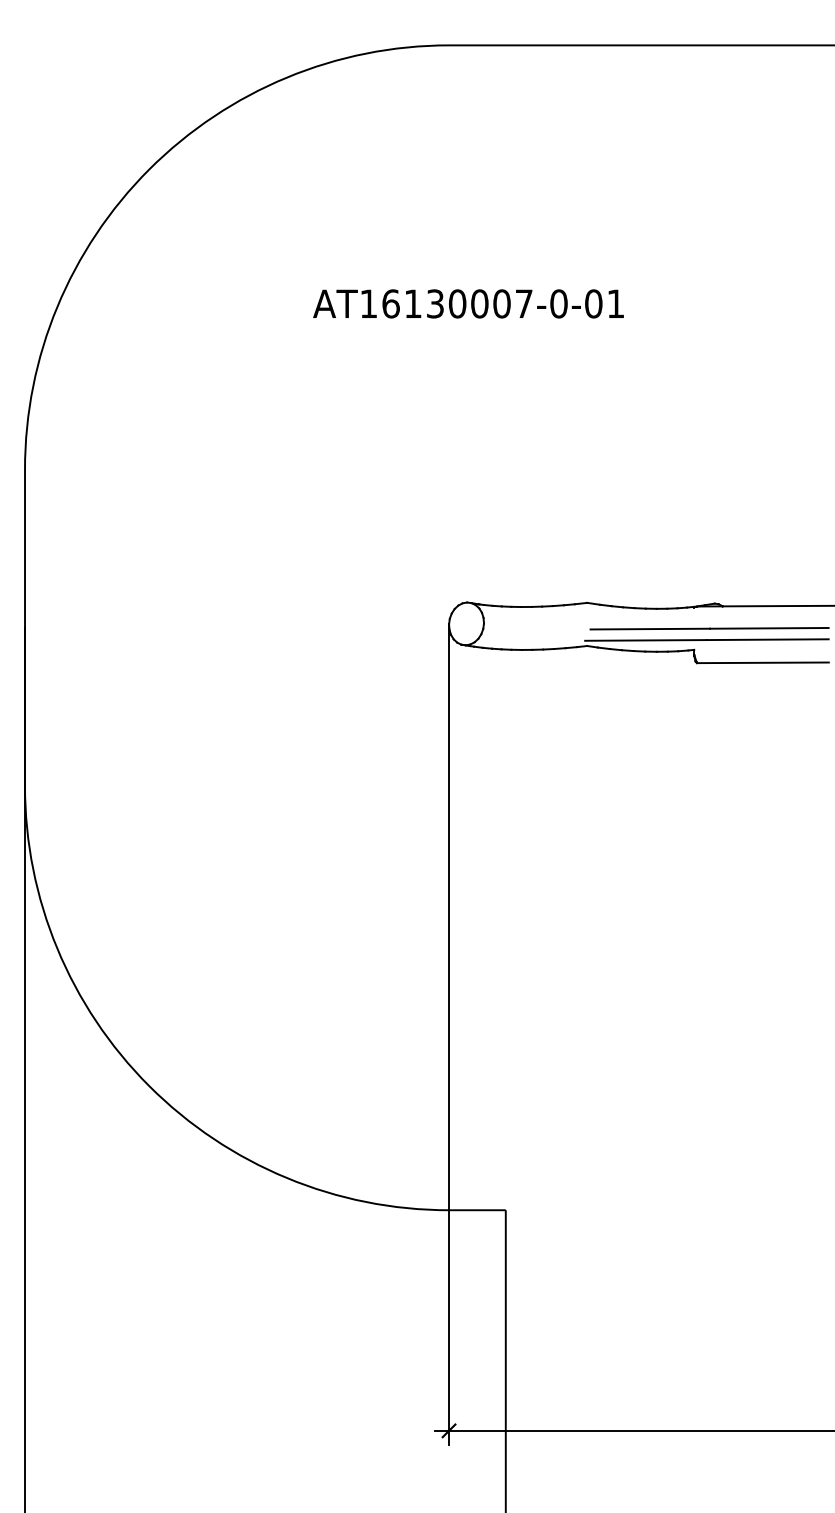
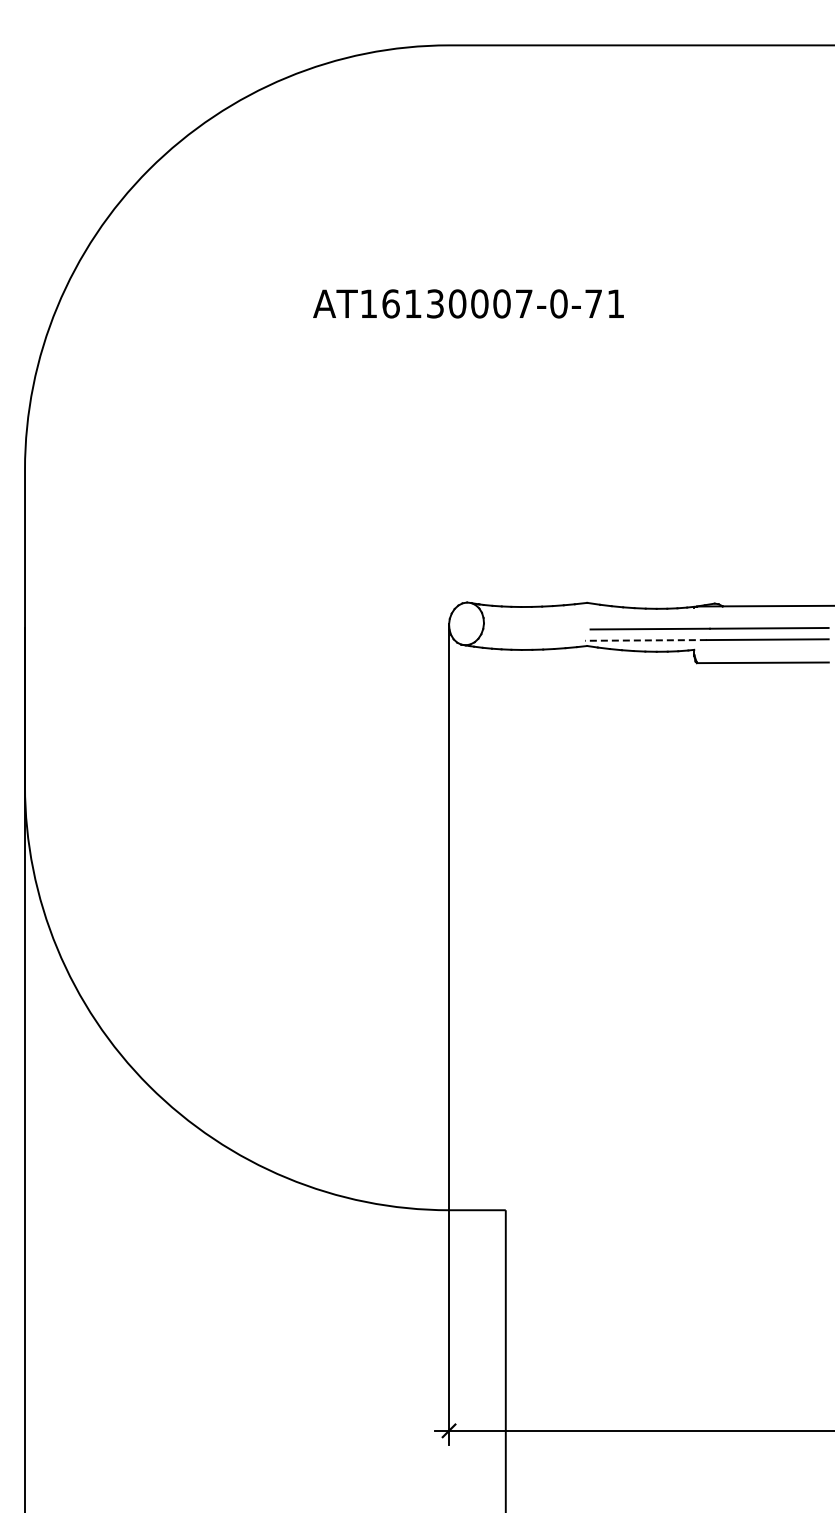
text at (593, 303): AT16130007-0-01 -> AT16130007-0-71
line at (646, 640): solid -> dashed
